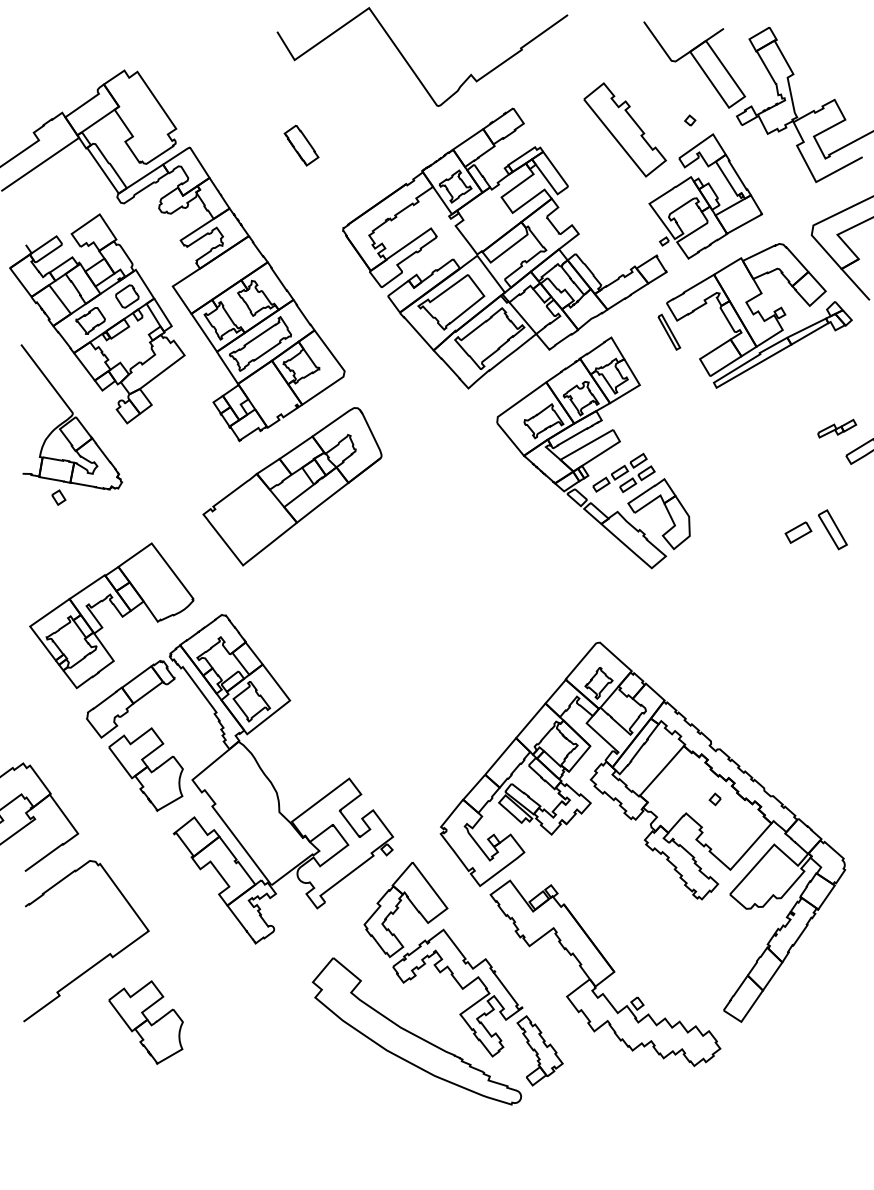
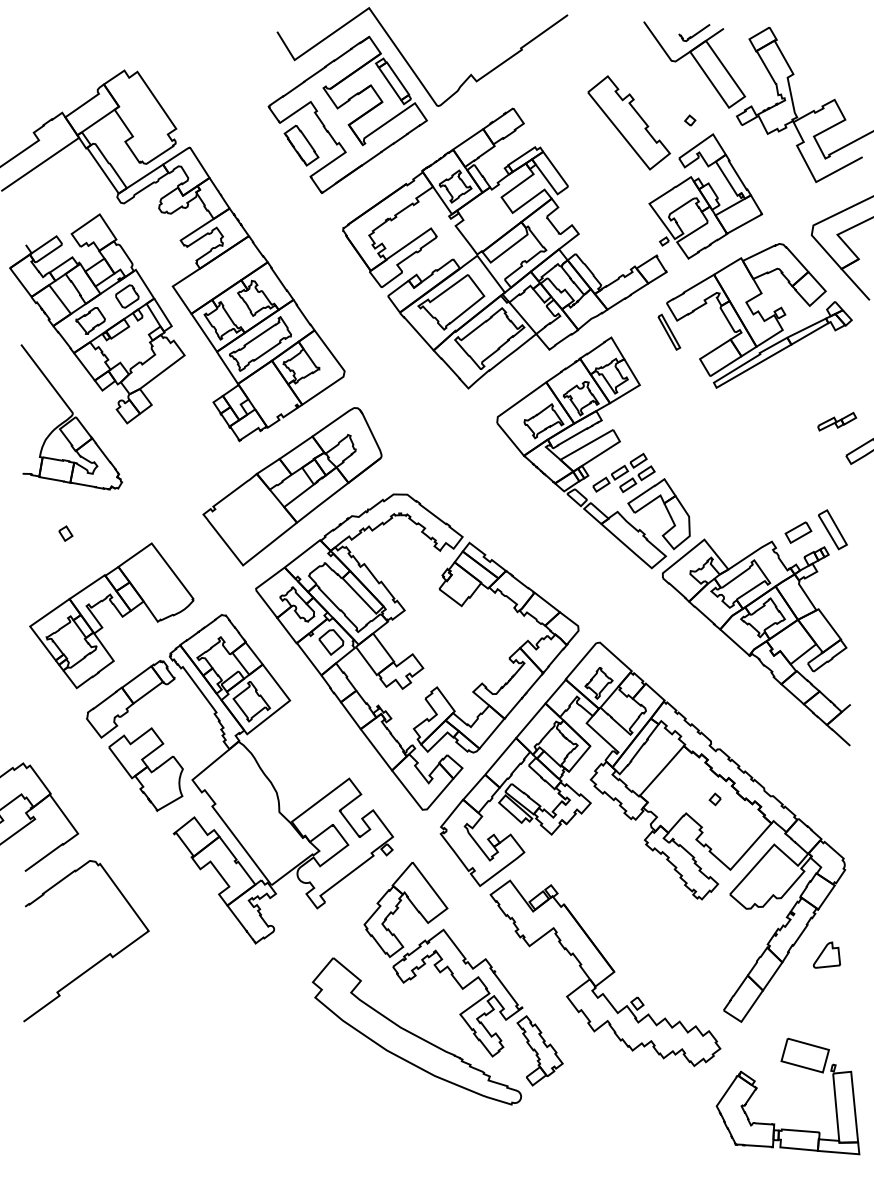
curve at (695, 33): none -> present
part at (347, 114): none -> present
part at (624, 129) position: (624, 129) -> (628, 122)
part at (837, 428) position: (837, 428) -> (837, 421)
part at (58, 497) position: (58, 497) -> (65, 533)
part at (756, 642): none -> present
part at (417, 651): none -> present
part at (826, 954): none -> present
part at (145, 1022): present -> none
part at (775, 1123): none -> present
